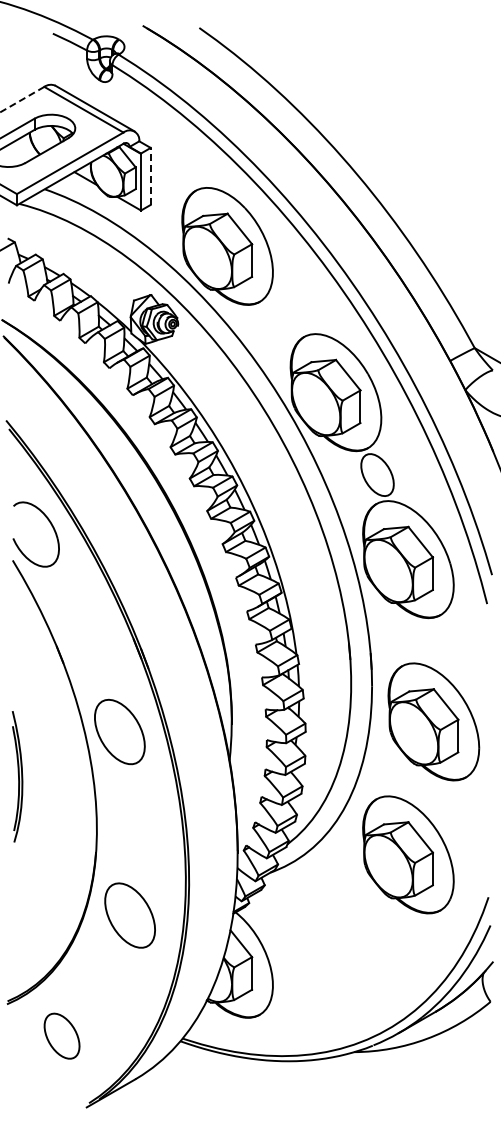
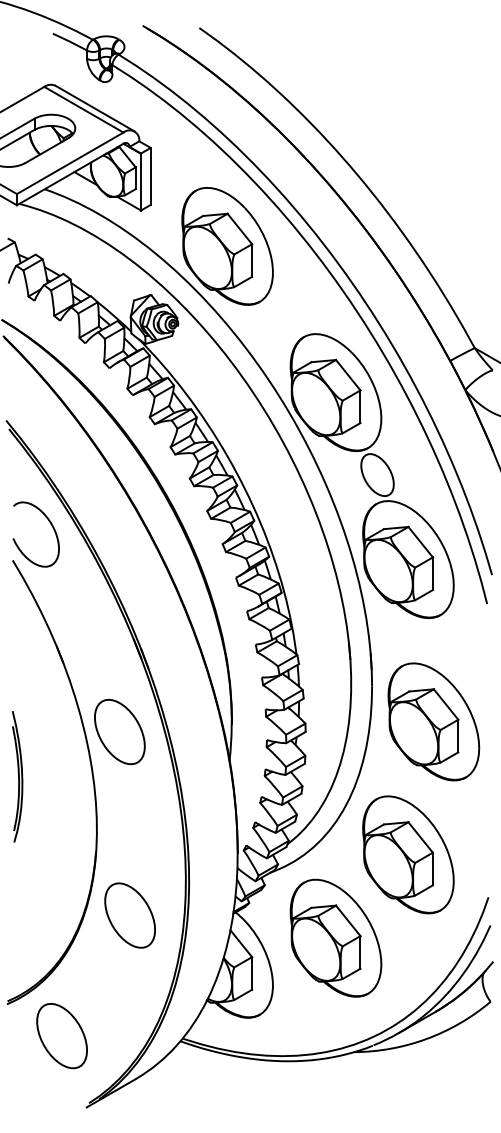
line at (22, 99): dashed -> solid
line at (150, 176): dashed -> solid
part at (335, 937): none -> present
part at (61, 1035) size: 38x48 px -> 52x67 px
